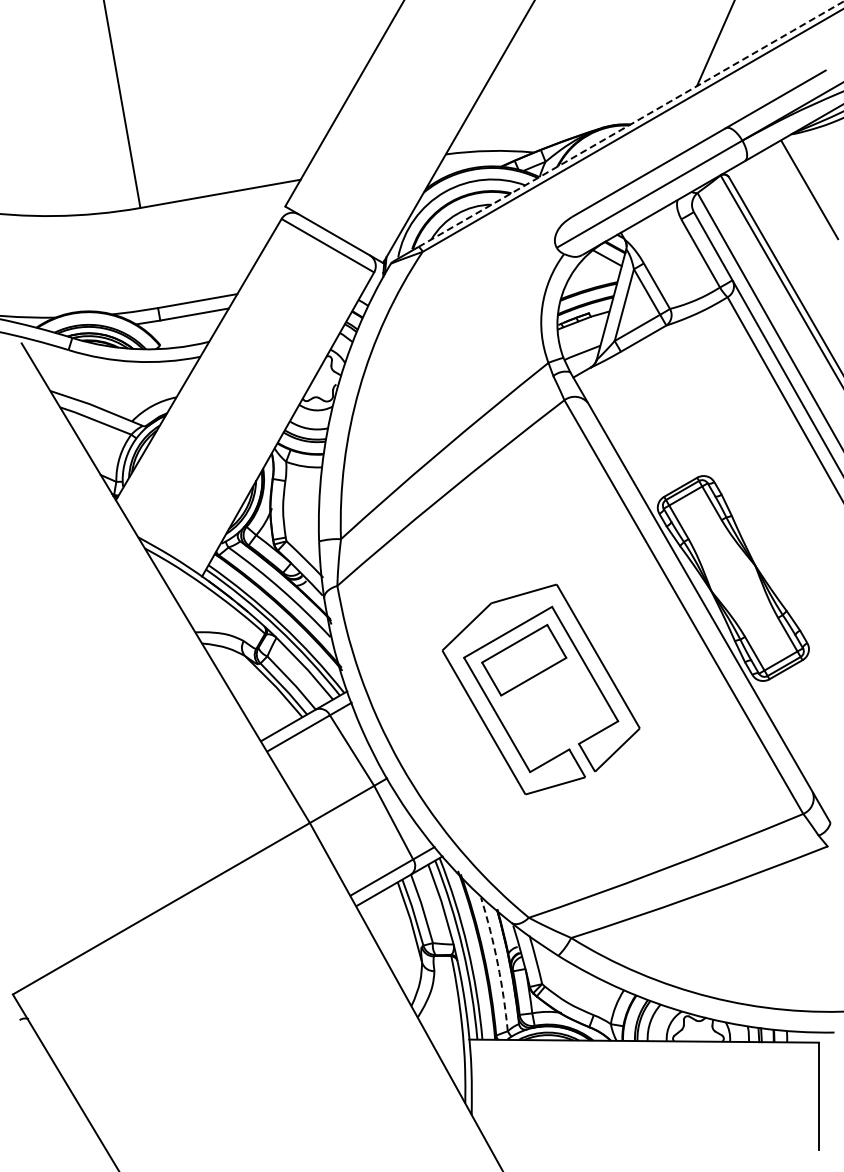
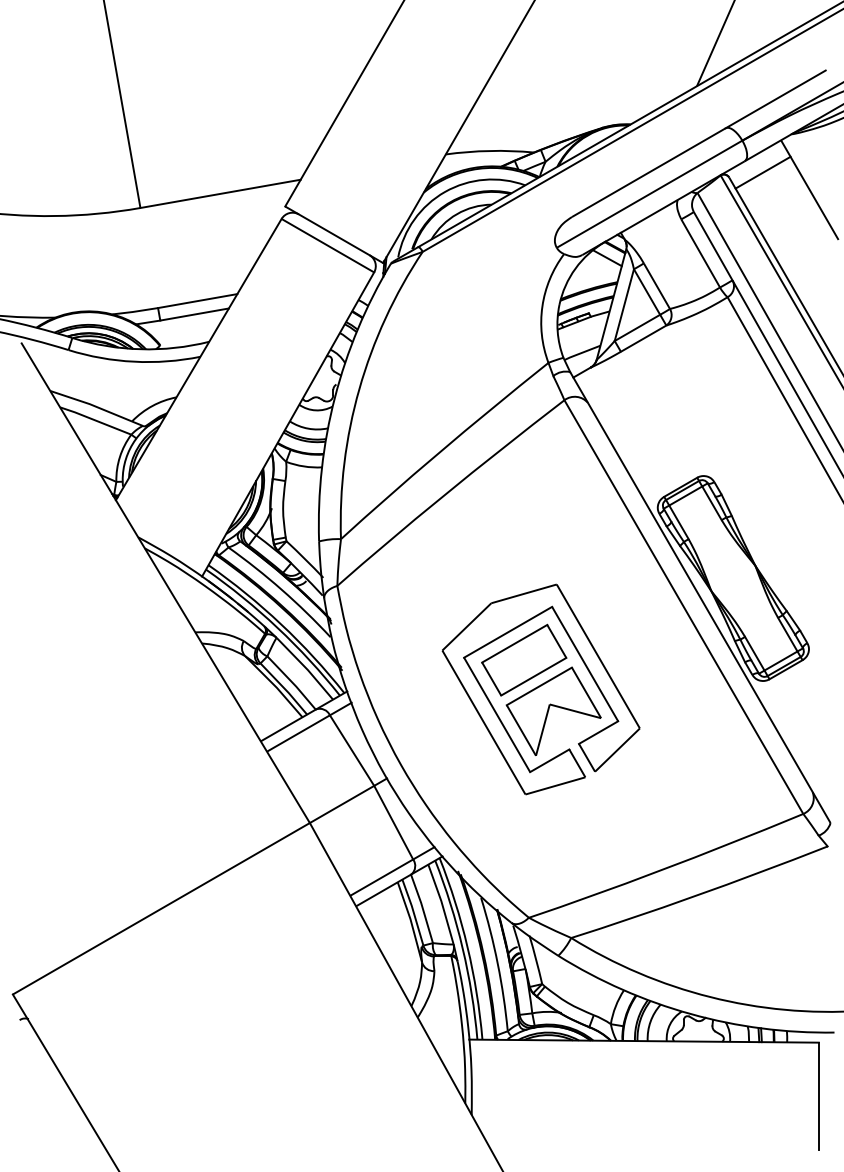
line at (631, 124): dashed -> solid
line at (762, 172): none -> present
part at (553, 710): none -> present
arc at (497, 963): dashed -> solid
